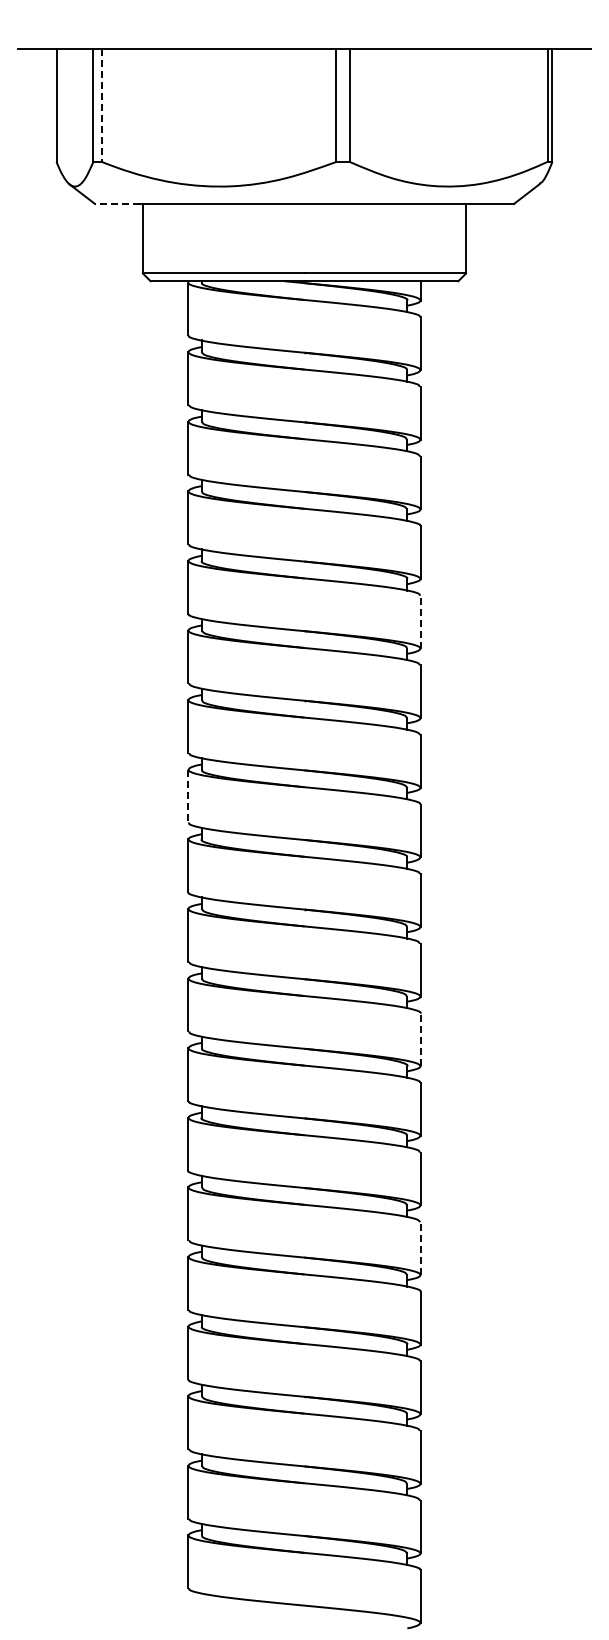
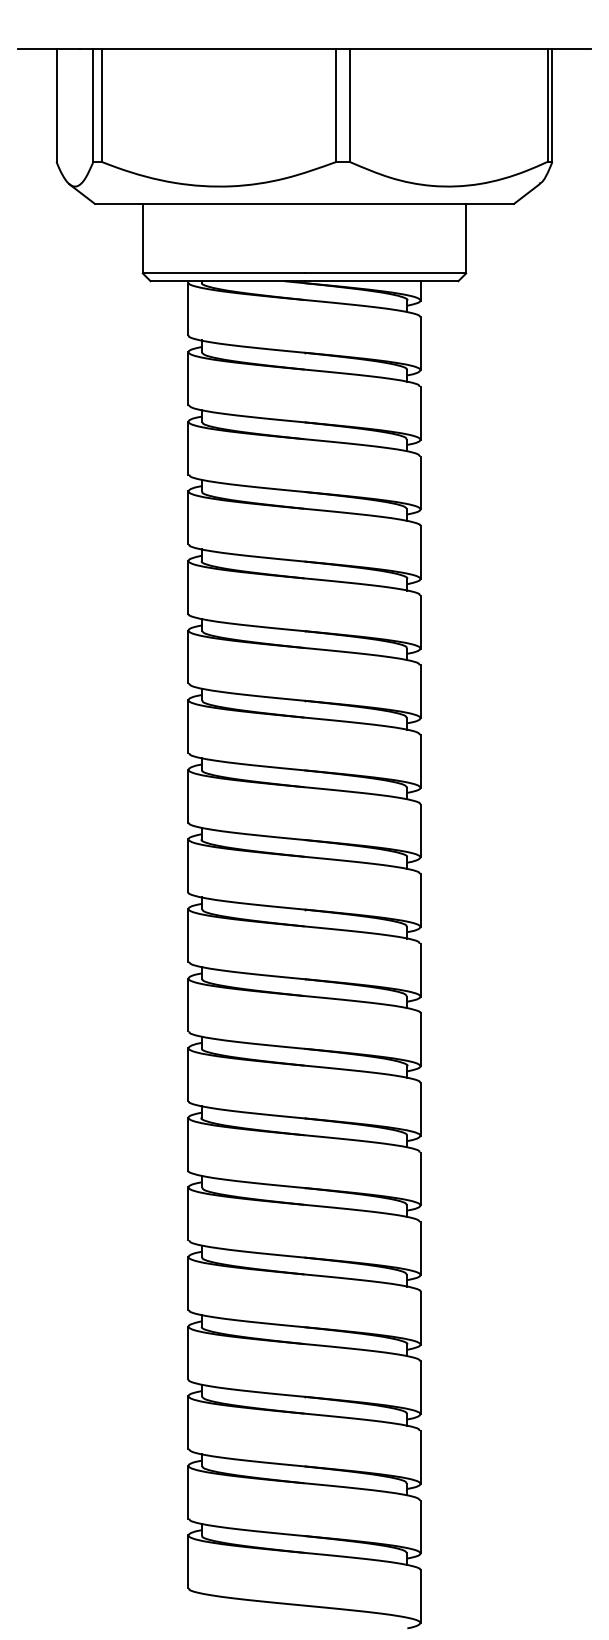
line at (101, 106): dashed -> solid
line at (117, 203): dashed -> solid
line at (420, 621): dashed -> solid
line at (188, 796): dashed -> solid
line at (420, 1039): dashed -> solid
line at (420, 1248): dashed -> solid
